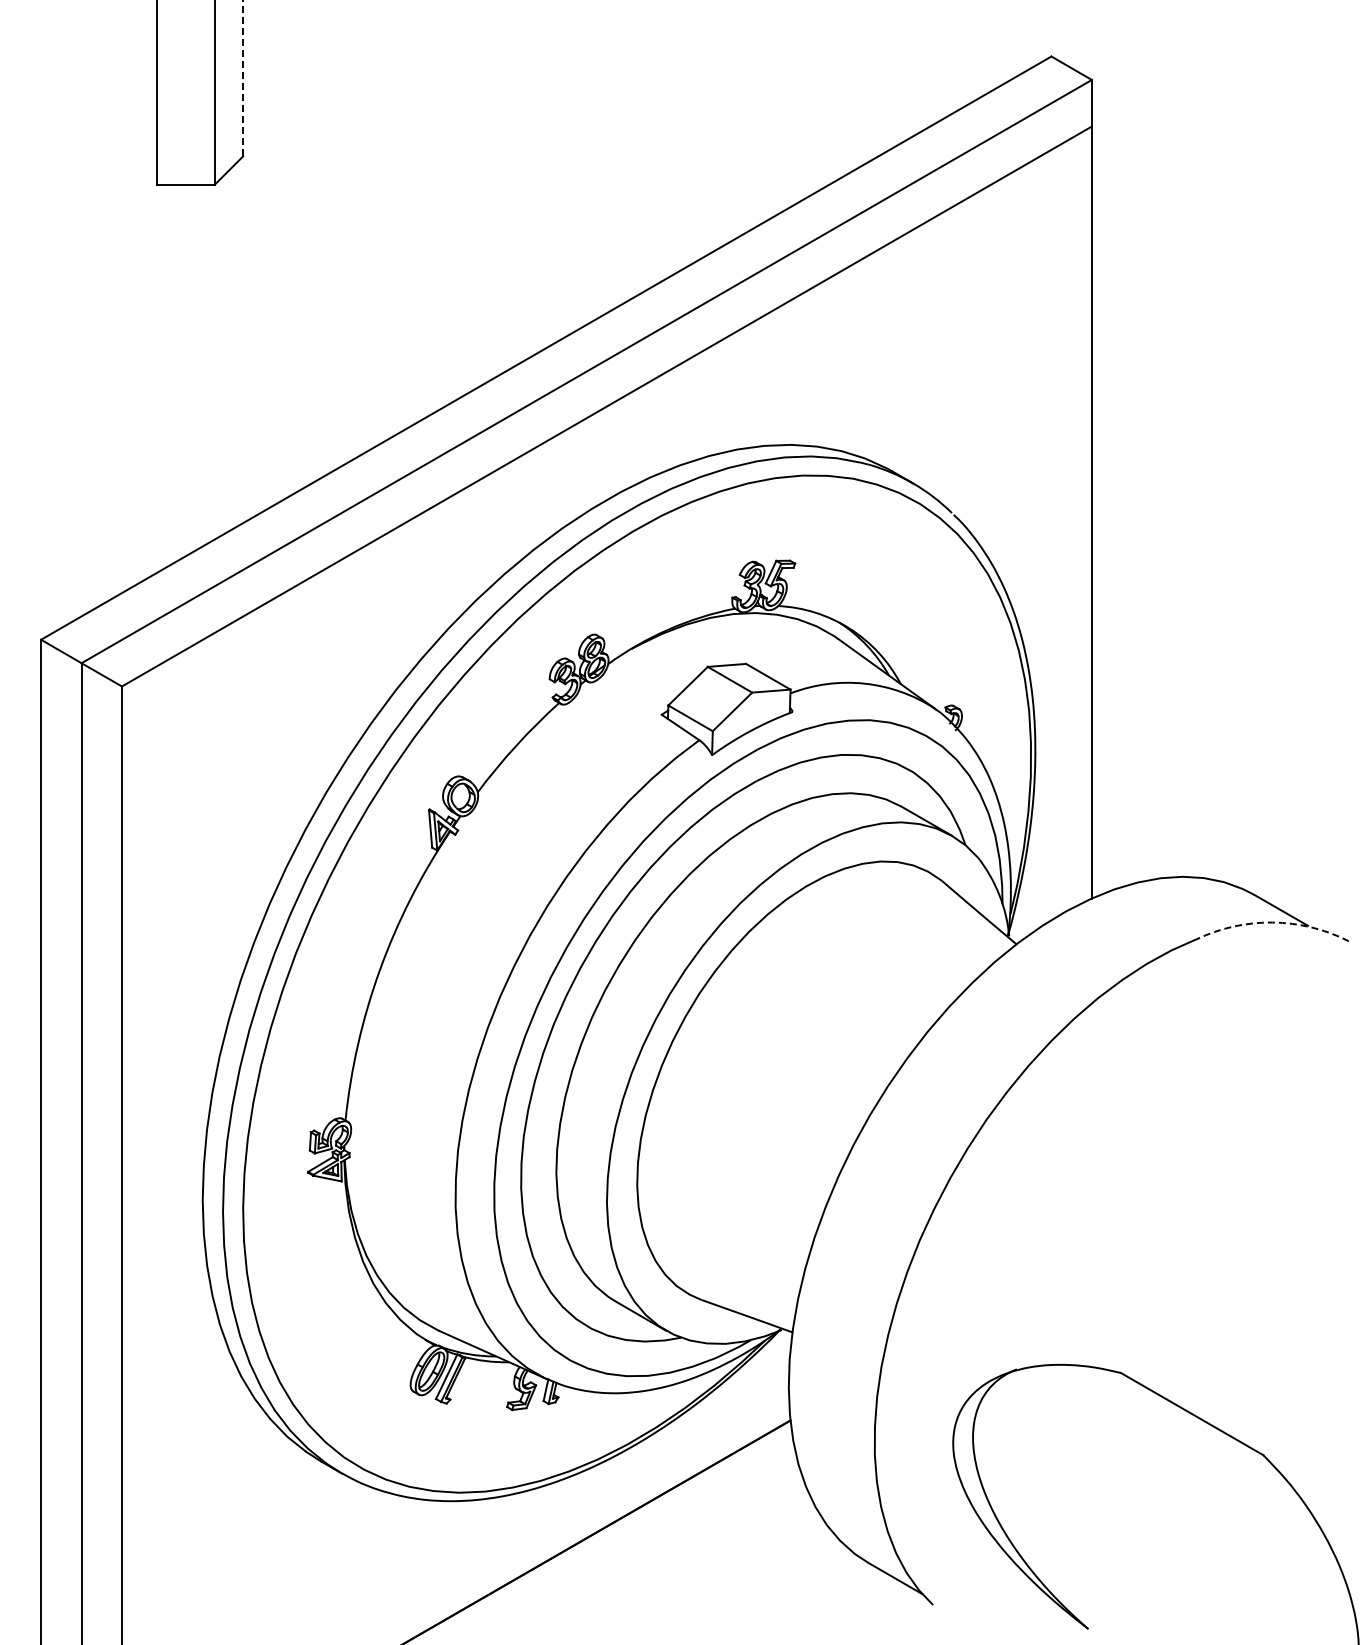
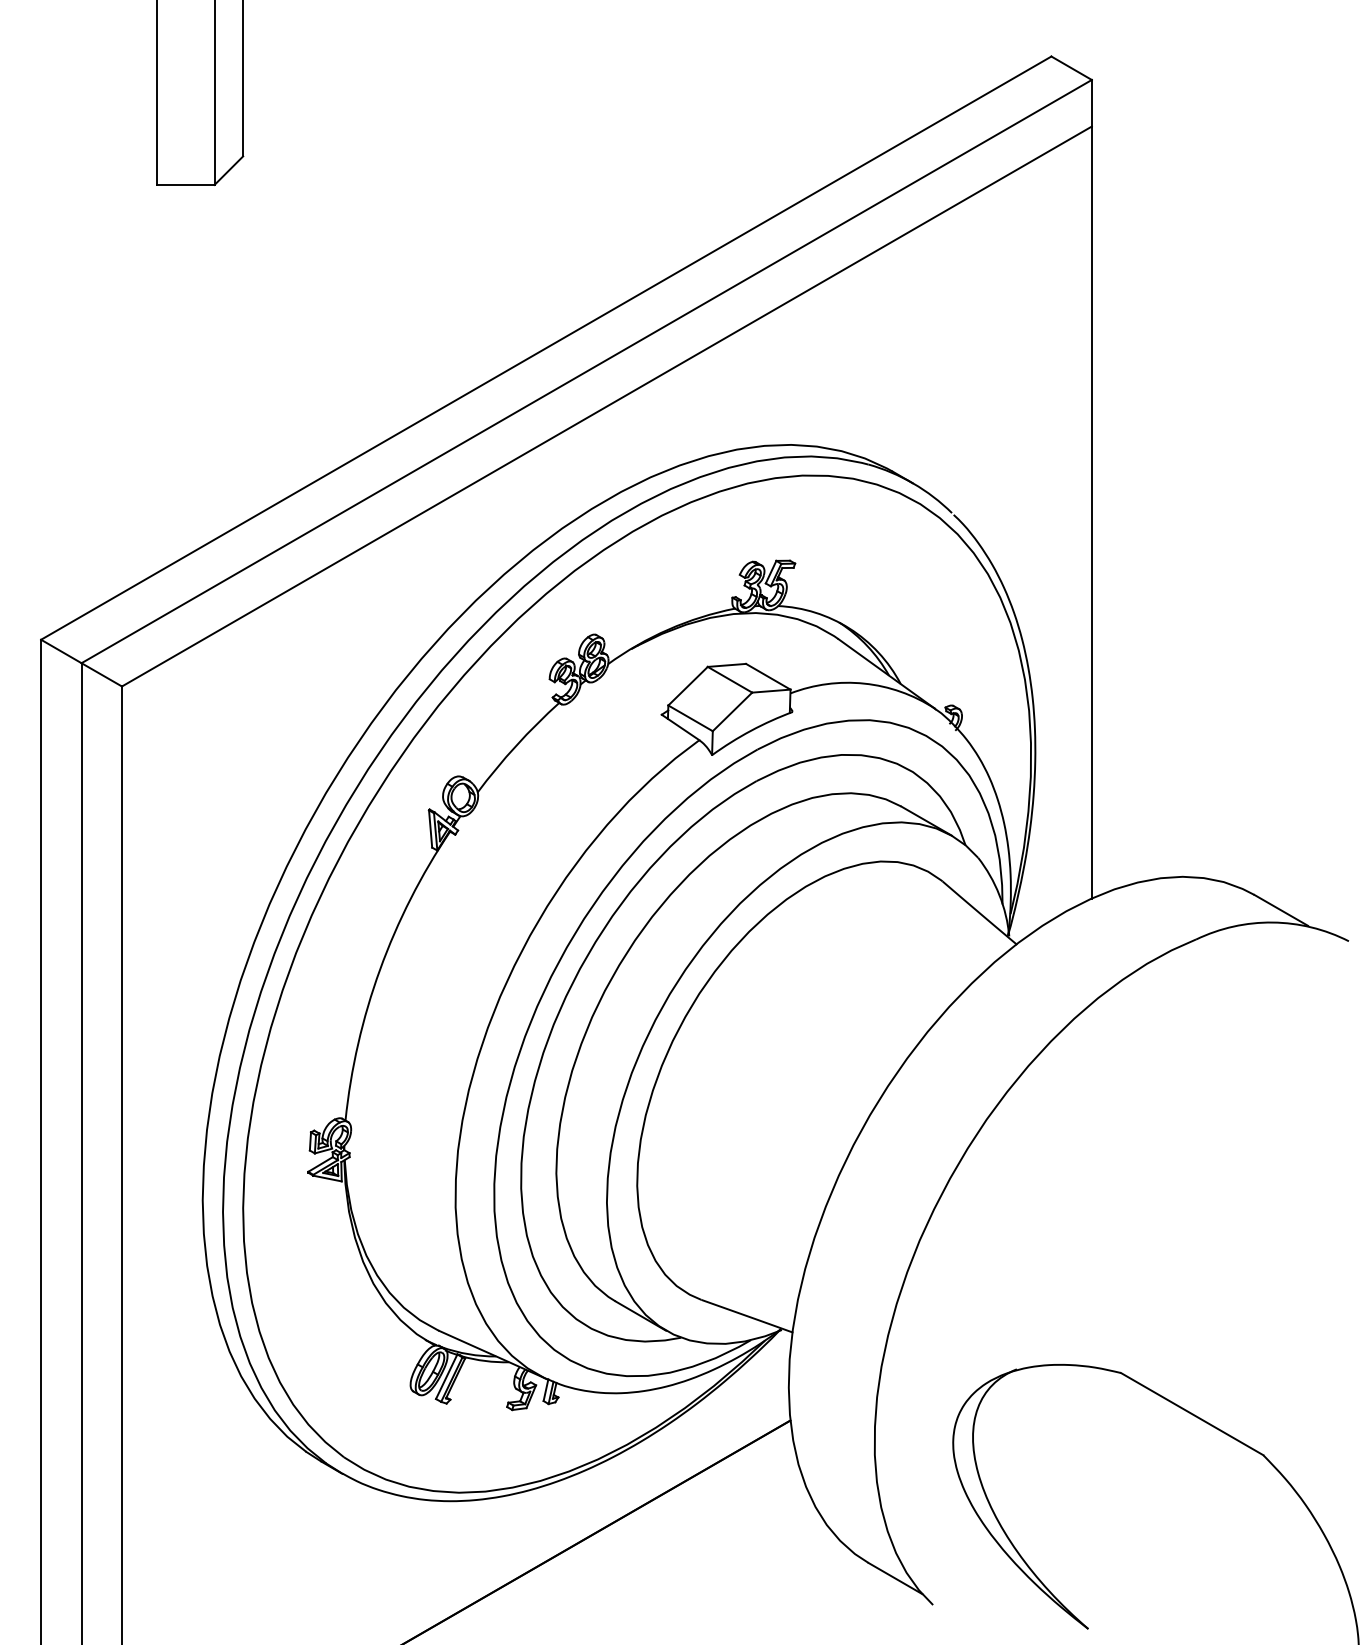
line at (243, 78): dashed -> solid
arc at (1272, 922): dashed -> solid
